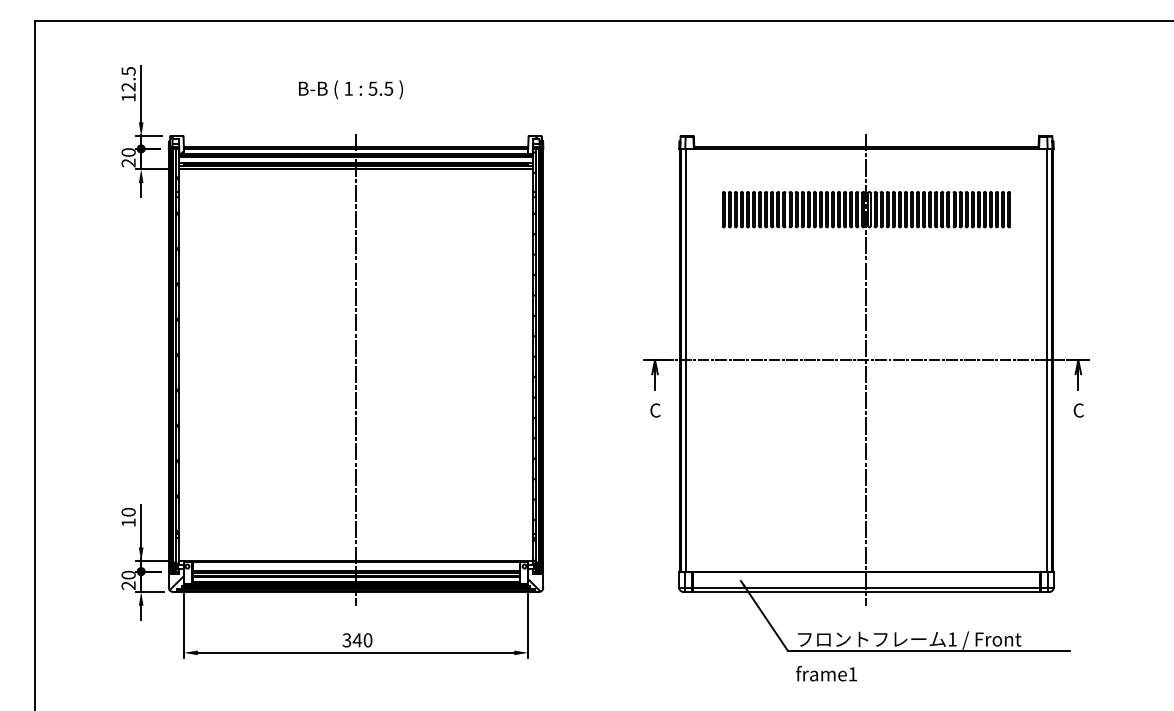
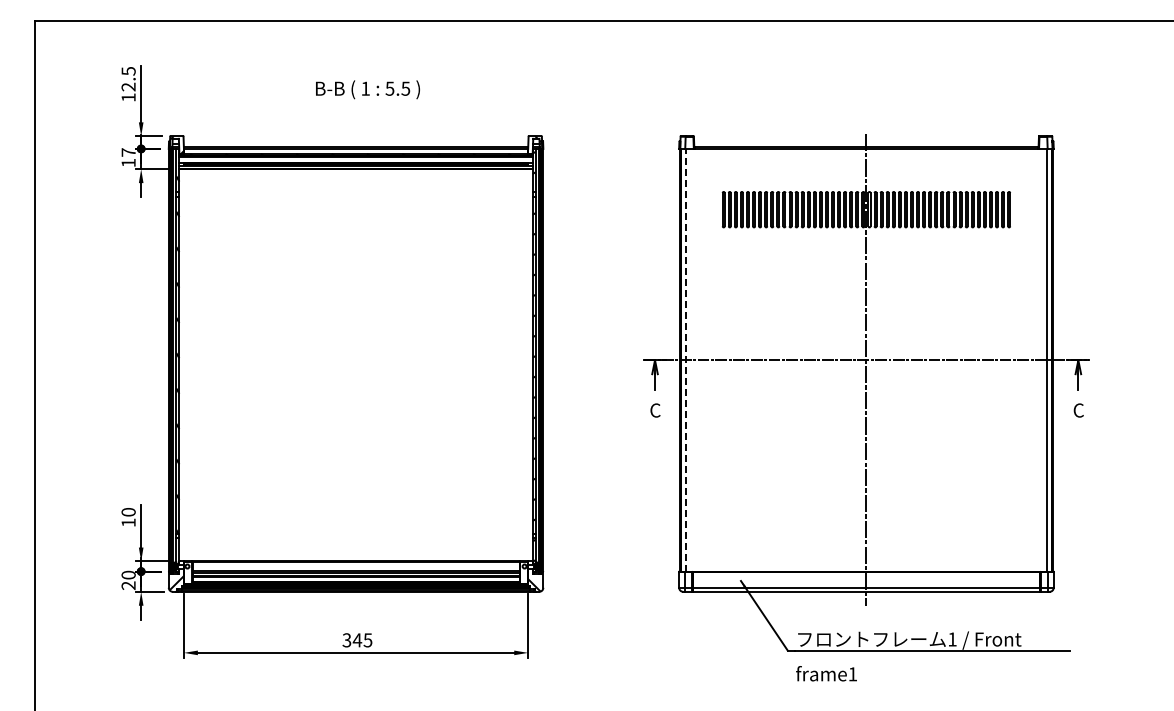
text at (350, 89) position: (350, 89) -> (367, 89)
text at (128, 157): 20 -> 17
line at (685, 359): solid -> dashed
line at (356, 369): present -> none
text at (367, 640): 340 -> 345
